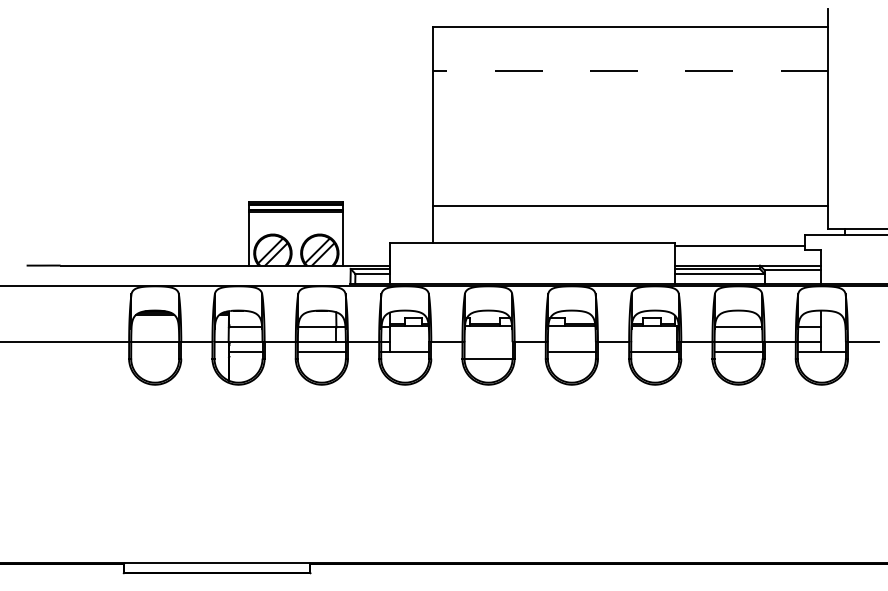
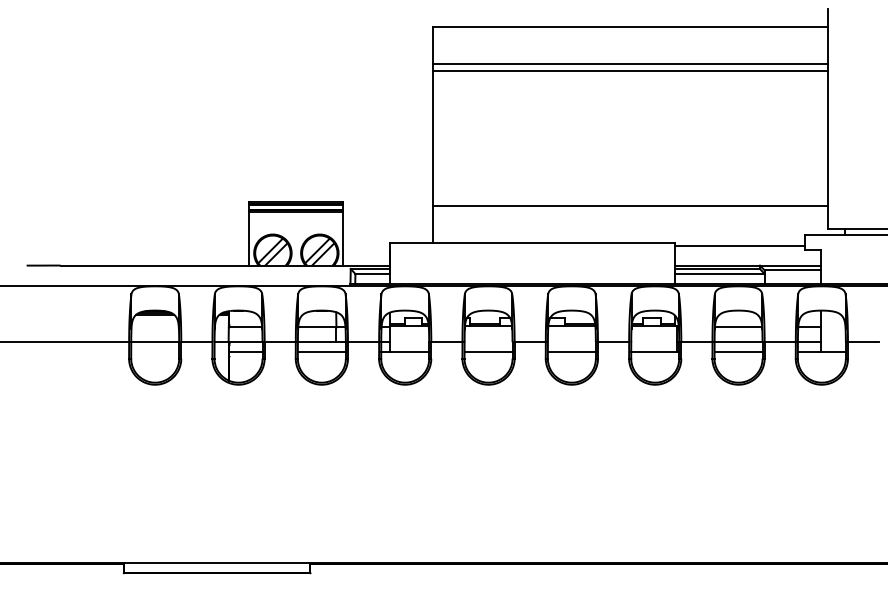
line at (630, 64): none -> present
line at (630, 71): dashed -> solid
line at (488, 359) position: (488, 359) -> (488, 352)
